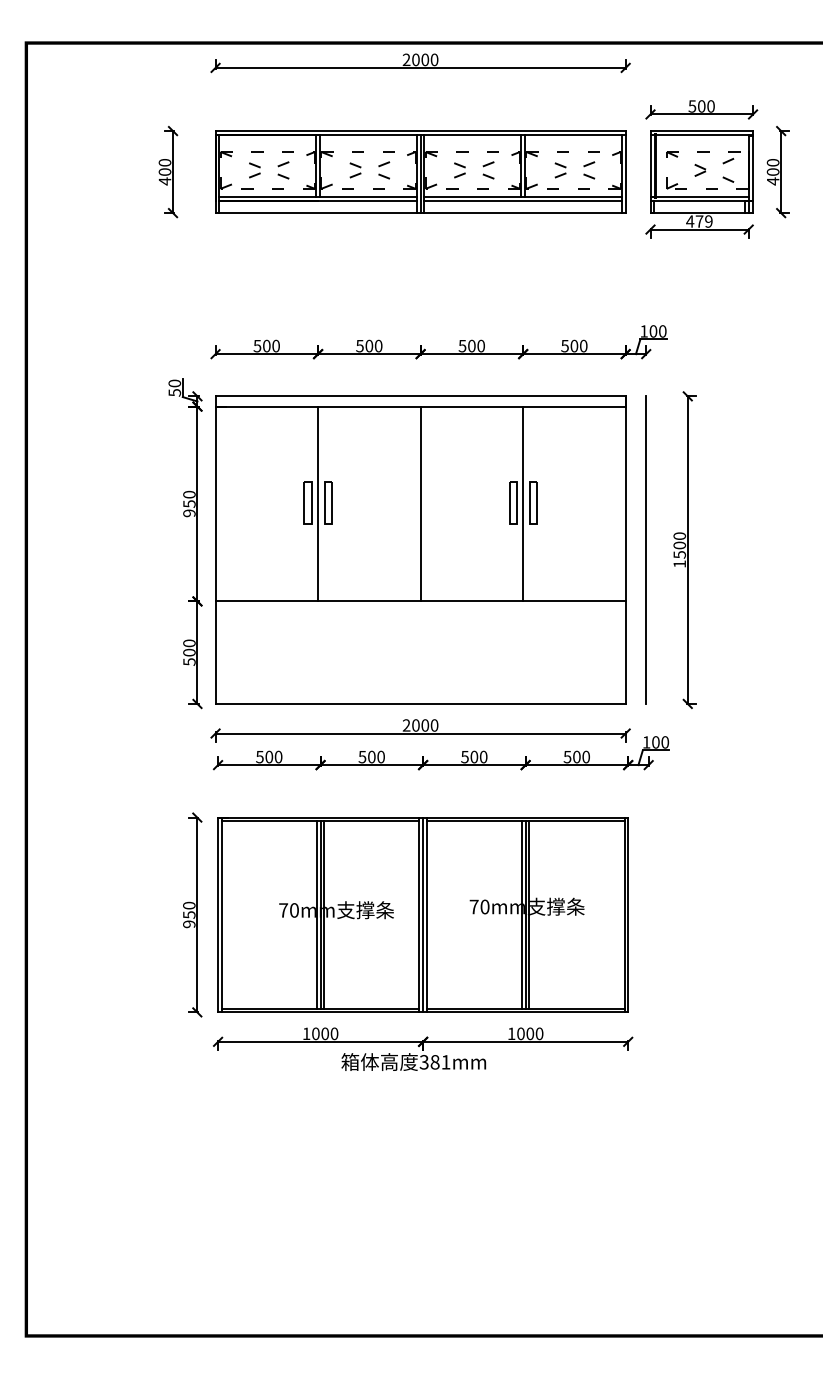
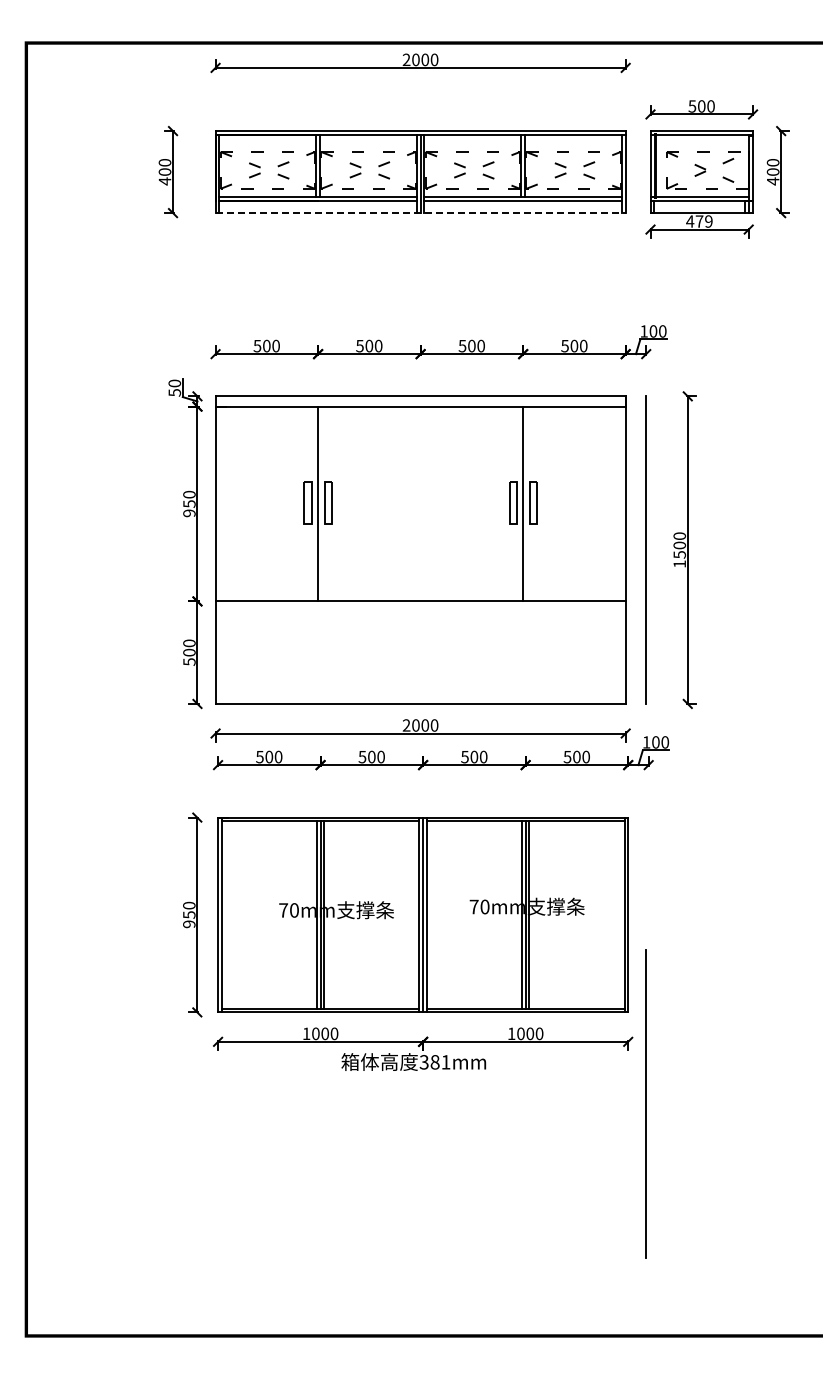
line at (421, 213): solid -> dashed
line at (420, 503): present -> none
line at (645, 1103): none -> present
